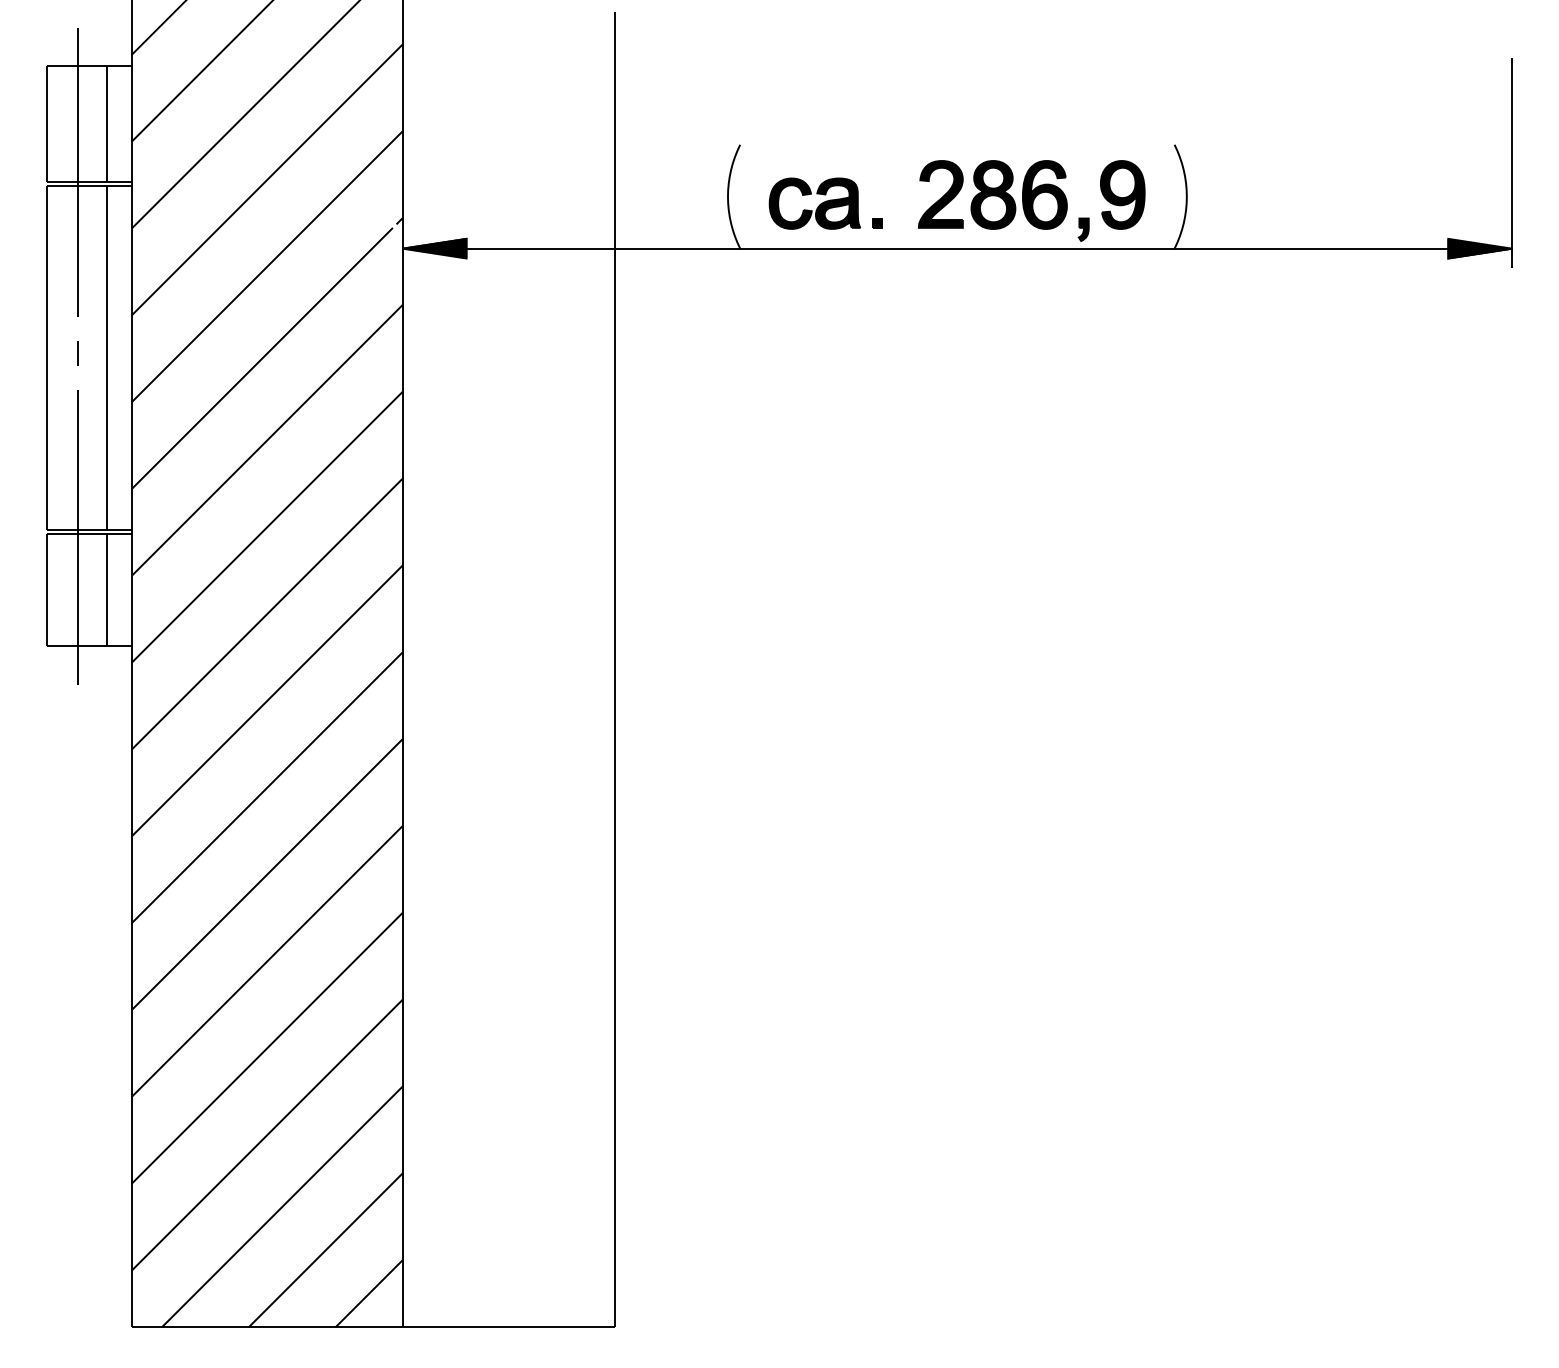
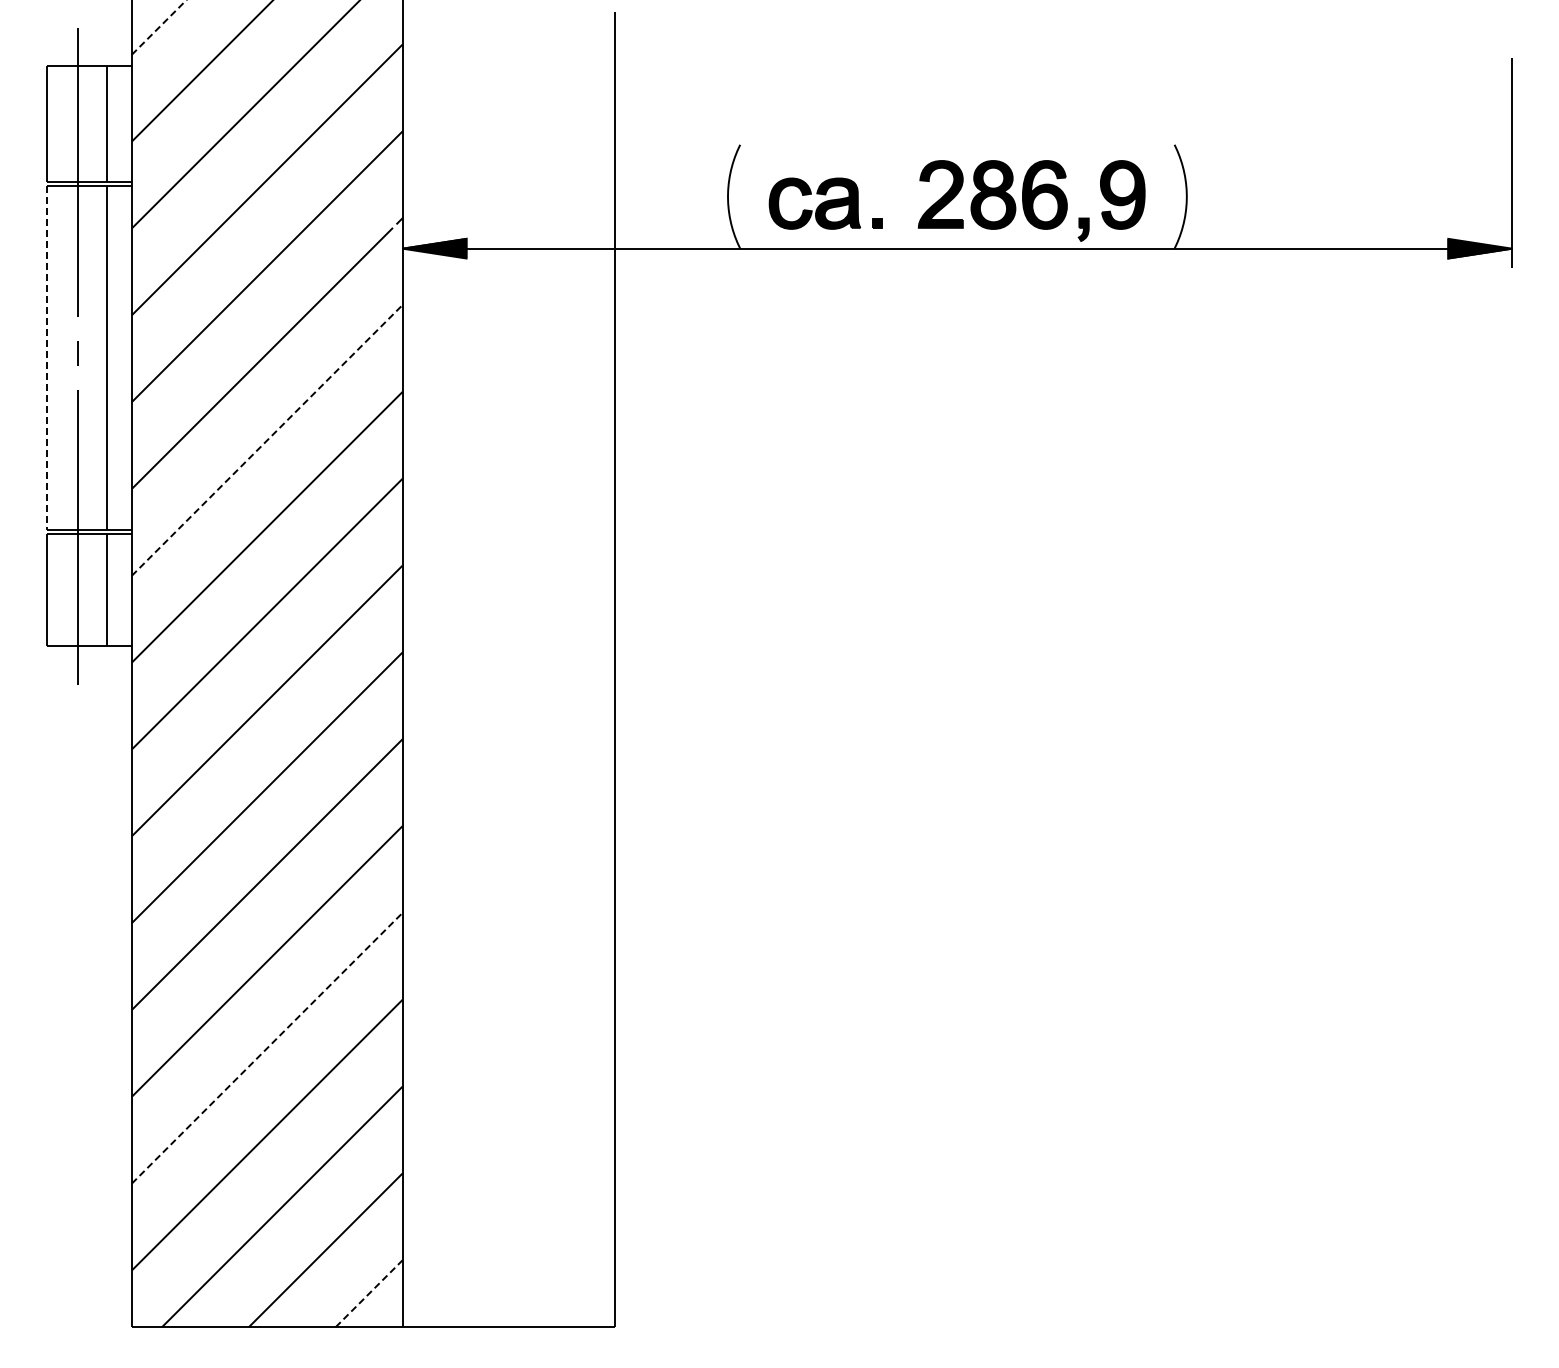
line at (159, 27): solid -> dashed
line at (46, 358): solid -> dashed
line at (267, 440): solid -> dashed
line at (267, 1047): solid -> dashed
line at (369, 1293): solid -> dashed
